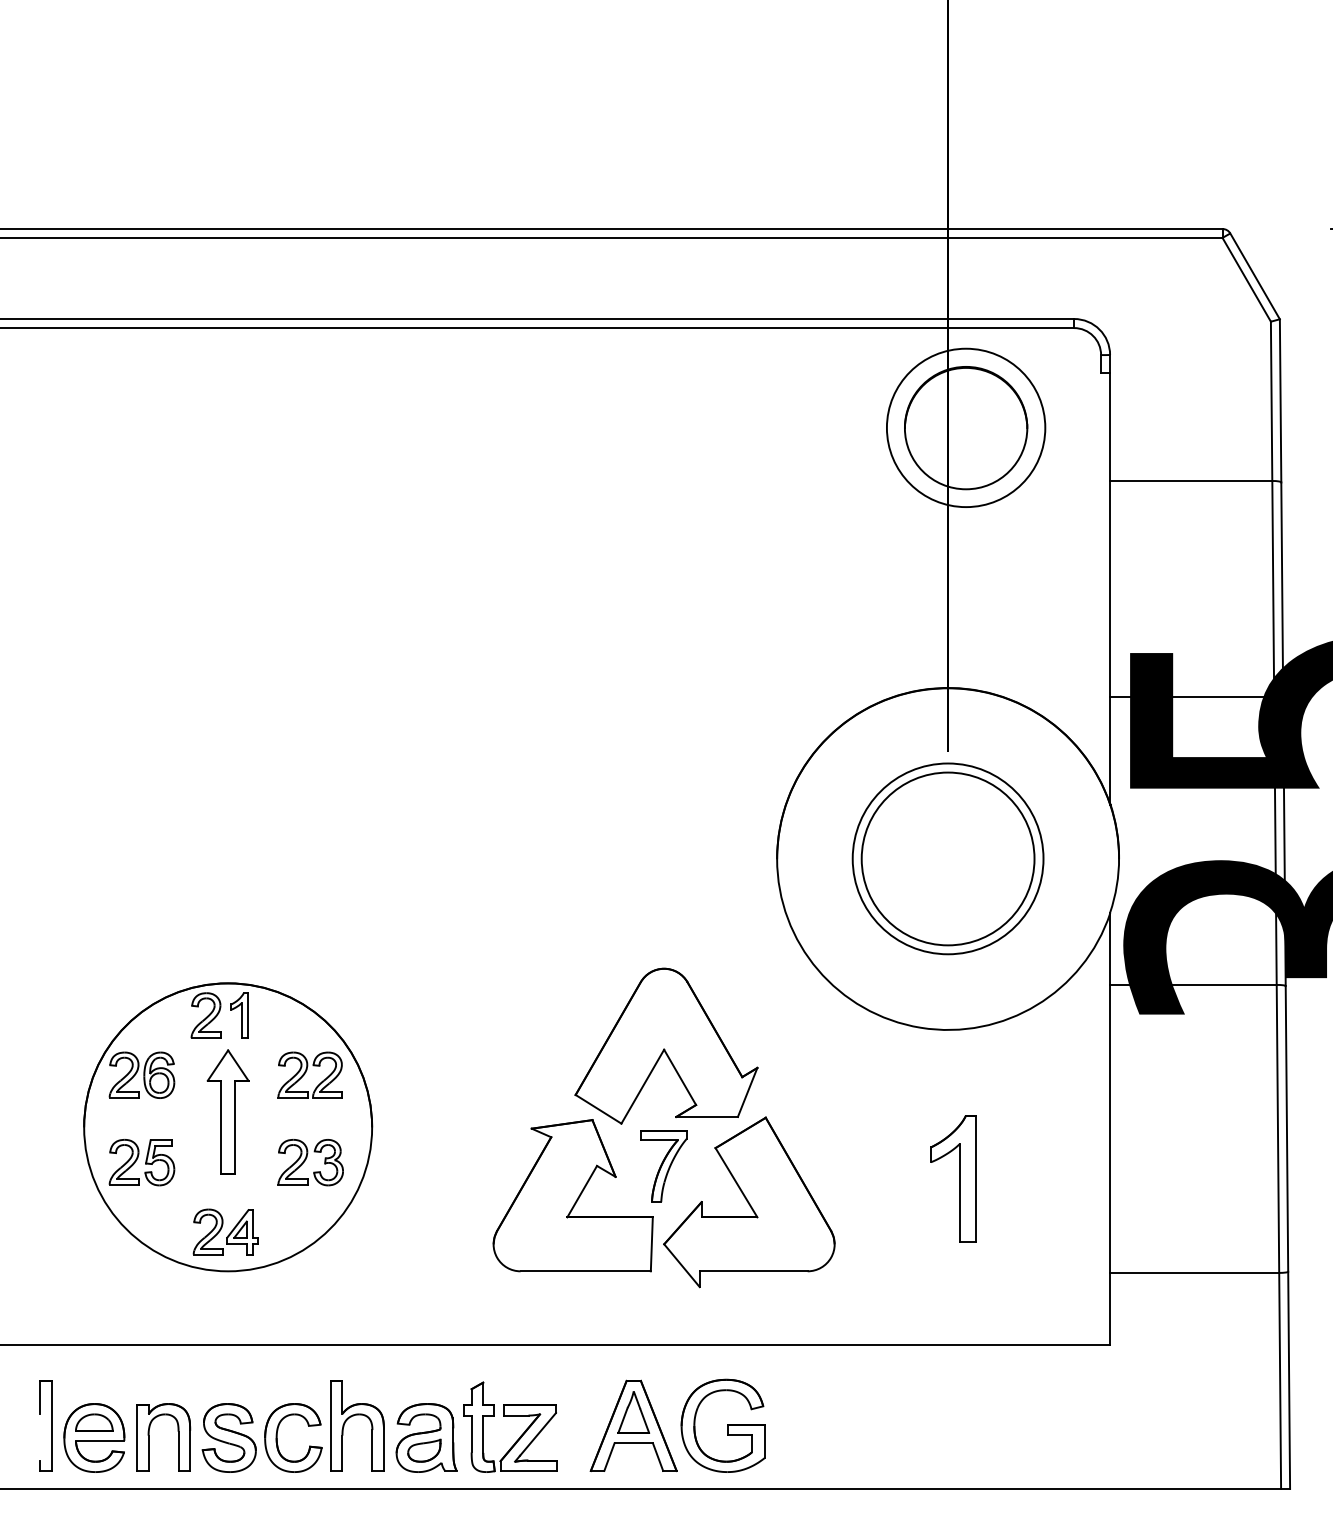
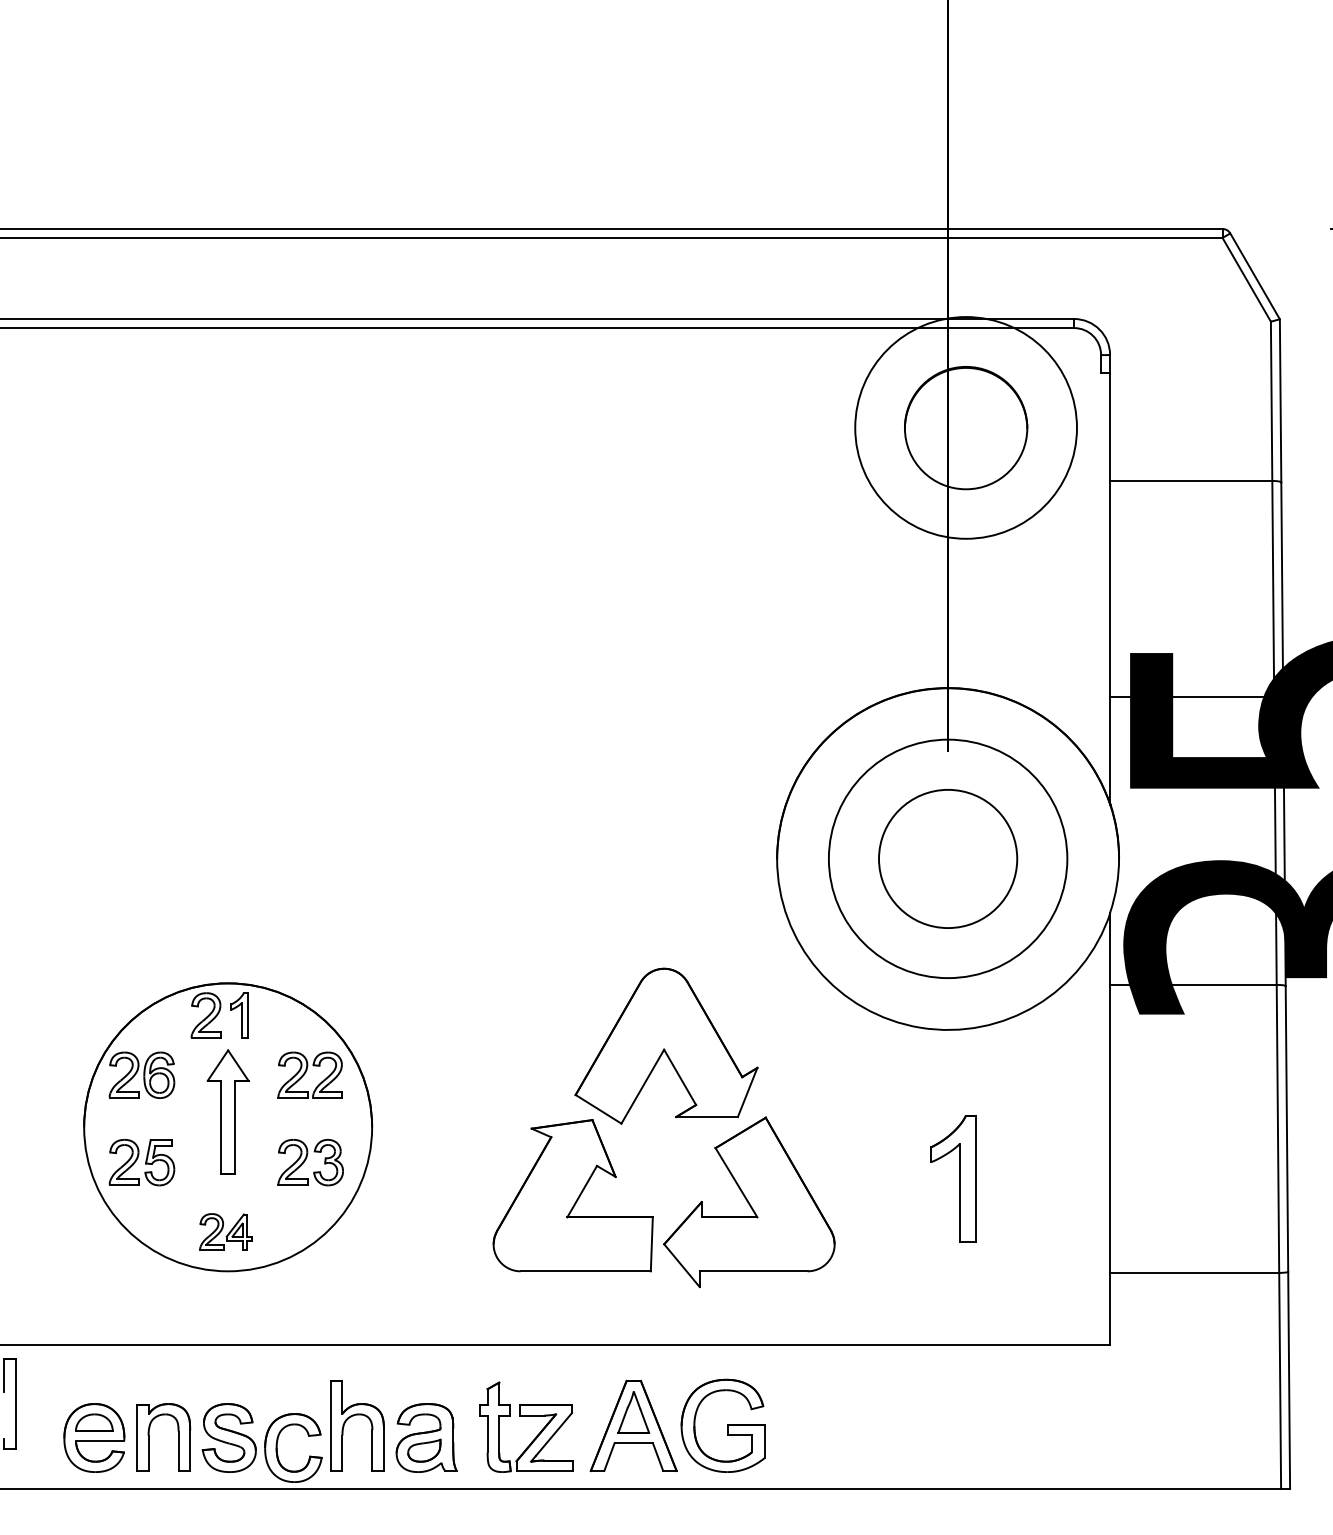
circle at (965, 427) diameter: 158 px -> 222 px
circle at (947, 858) diameter: 173 px -> 138 px
circle at (947, 858) diameter: 191 px -> 238 px
part at (663, 1166): present -> none
part at (225, 1231) size: 67x48 px -> 54x38 px
part at (510, 1416) position: (510, 1416) -> (526, 1416)
part at (45, 1425) position: (45, 1425) -> (9, 1403)
part at (277, 1437) position: (277, 1437) -> (277, 1447)
